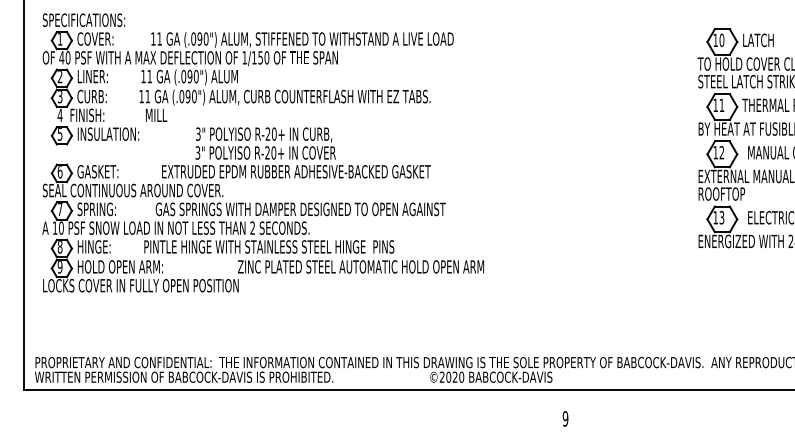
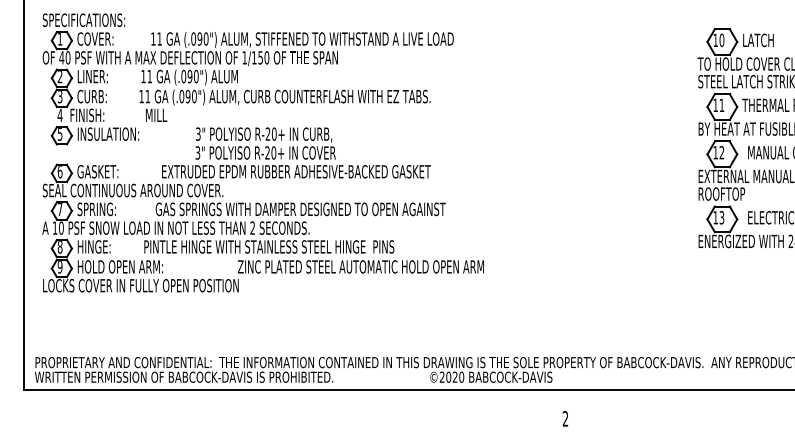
text at (565, 418): 9 -> 2
